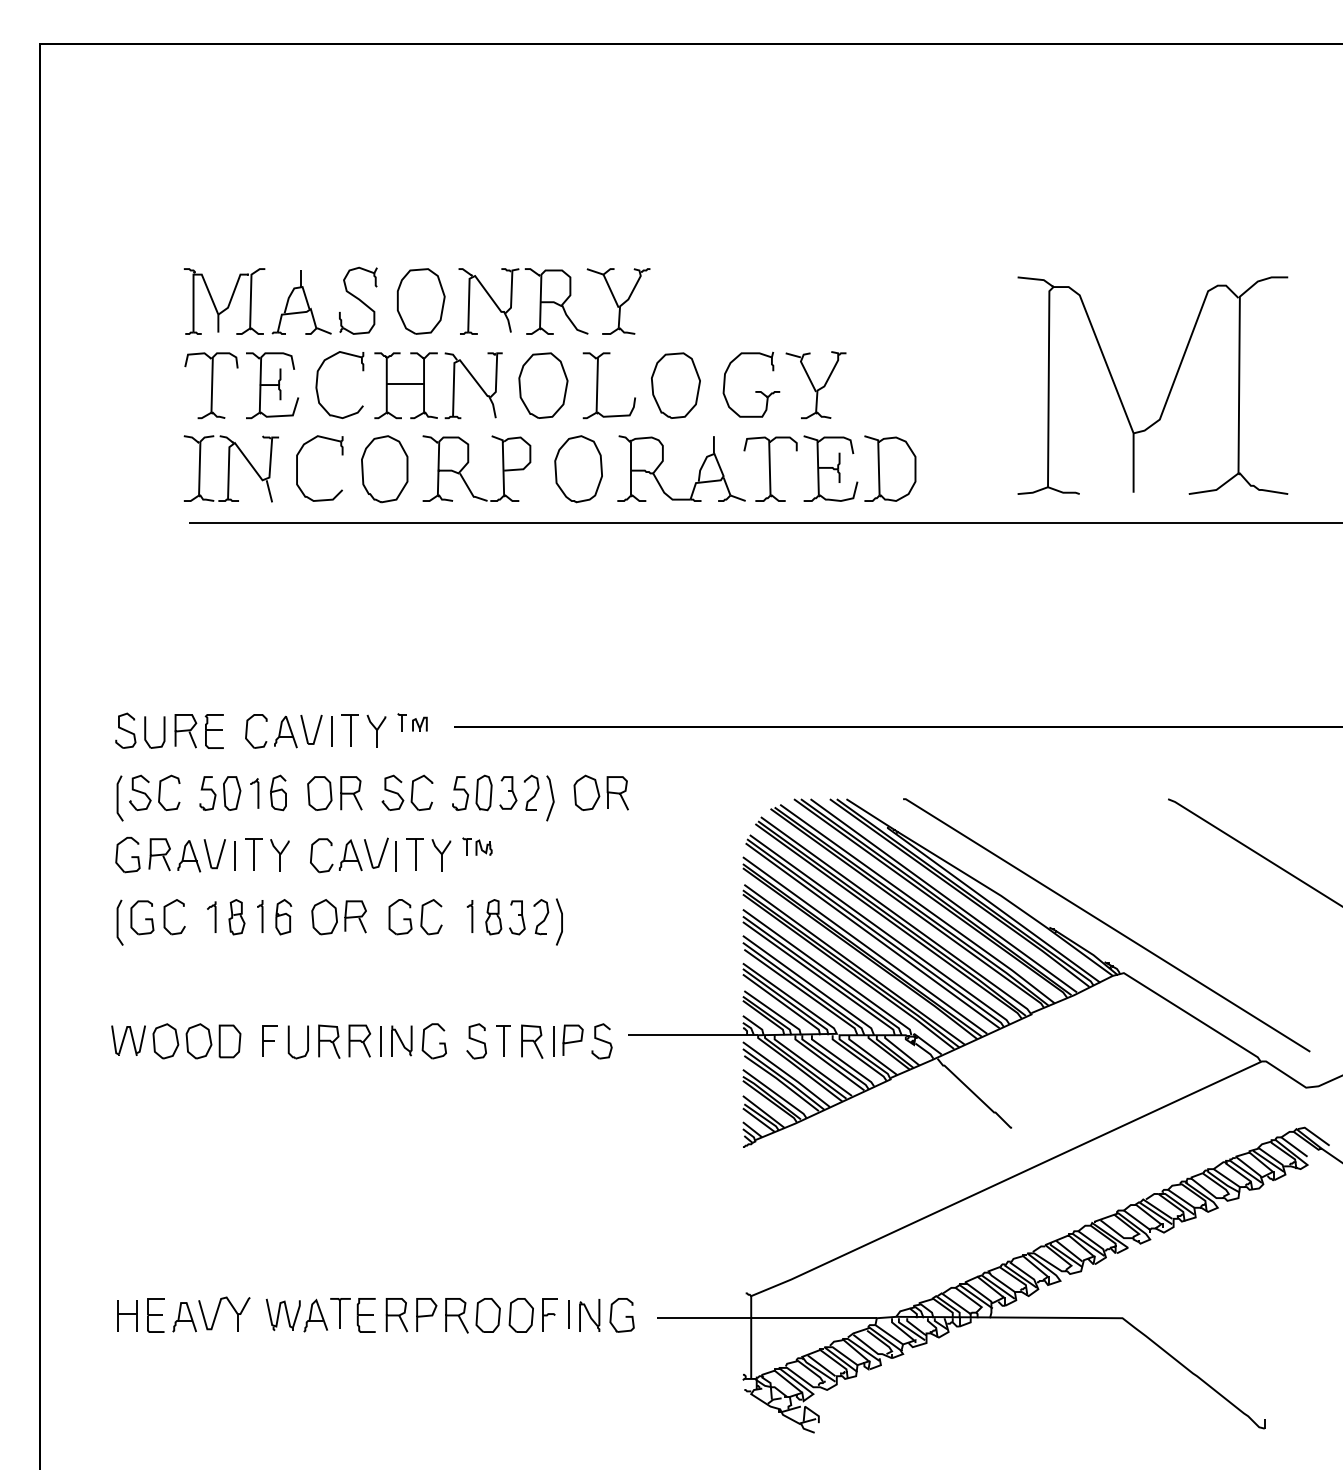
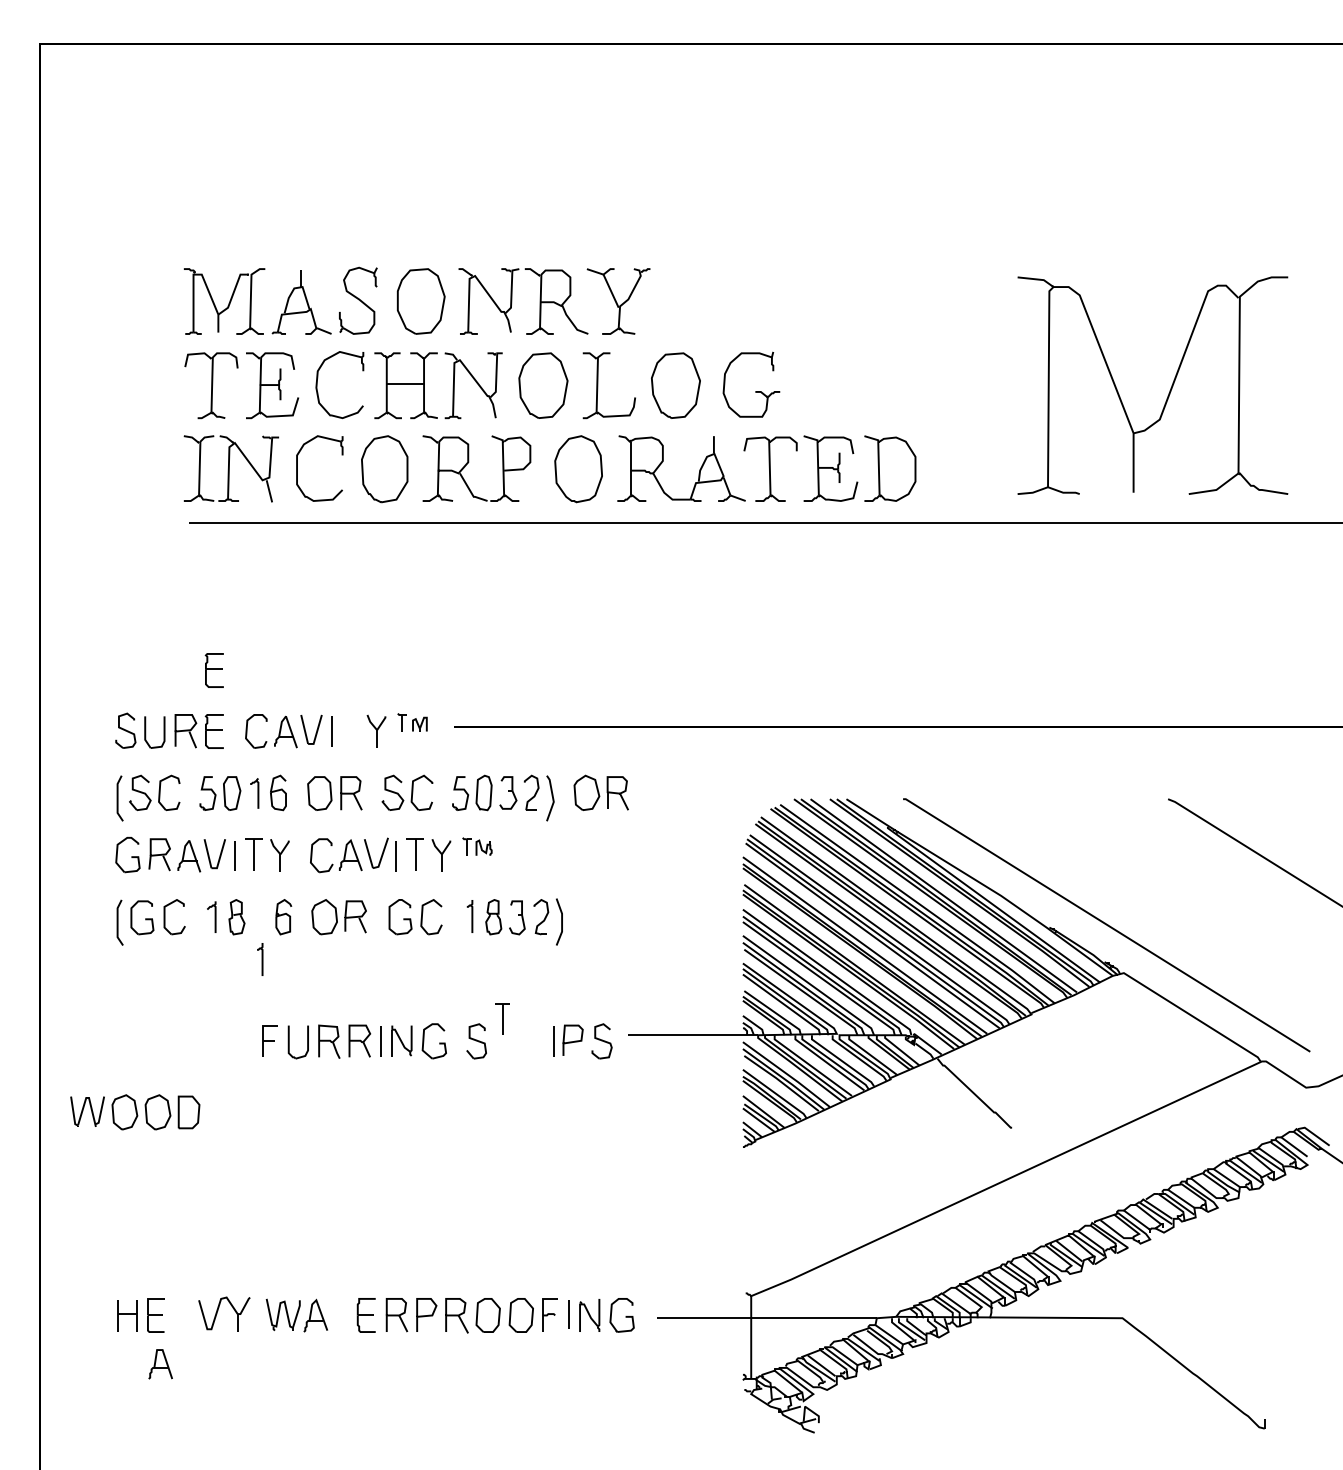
part at (815, 385): present -> none
part at (213, 670): none -> present
part at (349, 730): present -> none
part at (260, 916) position: (260, 916) -> (260, 959)
part at (503, 1040) position: (503, 1040) -> (502, 1018)
part at (176, 1041) position: (176, 1041) -> (135, 1112)
part at (532, 1041): present -> none
part at (340, 1313): present -> none
part at (184, 1317) position: (184, 1317) -> (160, 1364)
